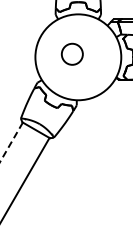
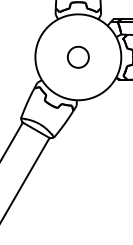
circle at (72, 53) position: (72, 53) -> (78, 56)
line at (11, 142): dashed -> solid
